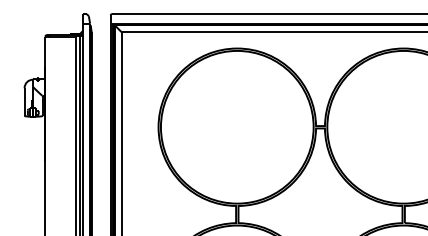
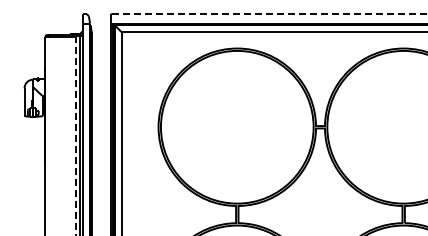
line at (269, 14): solid -> dashed
line at (75, 135): solid -> dashed
